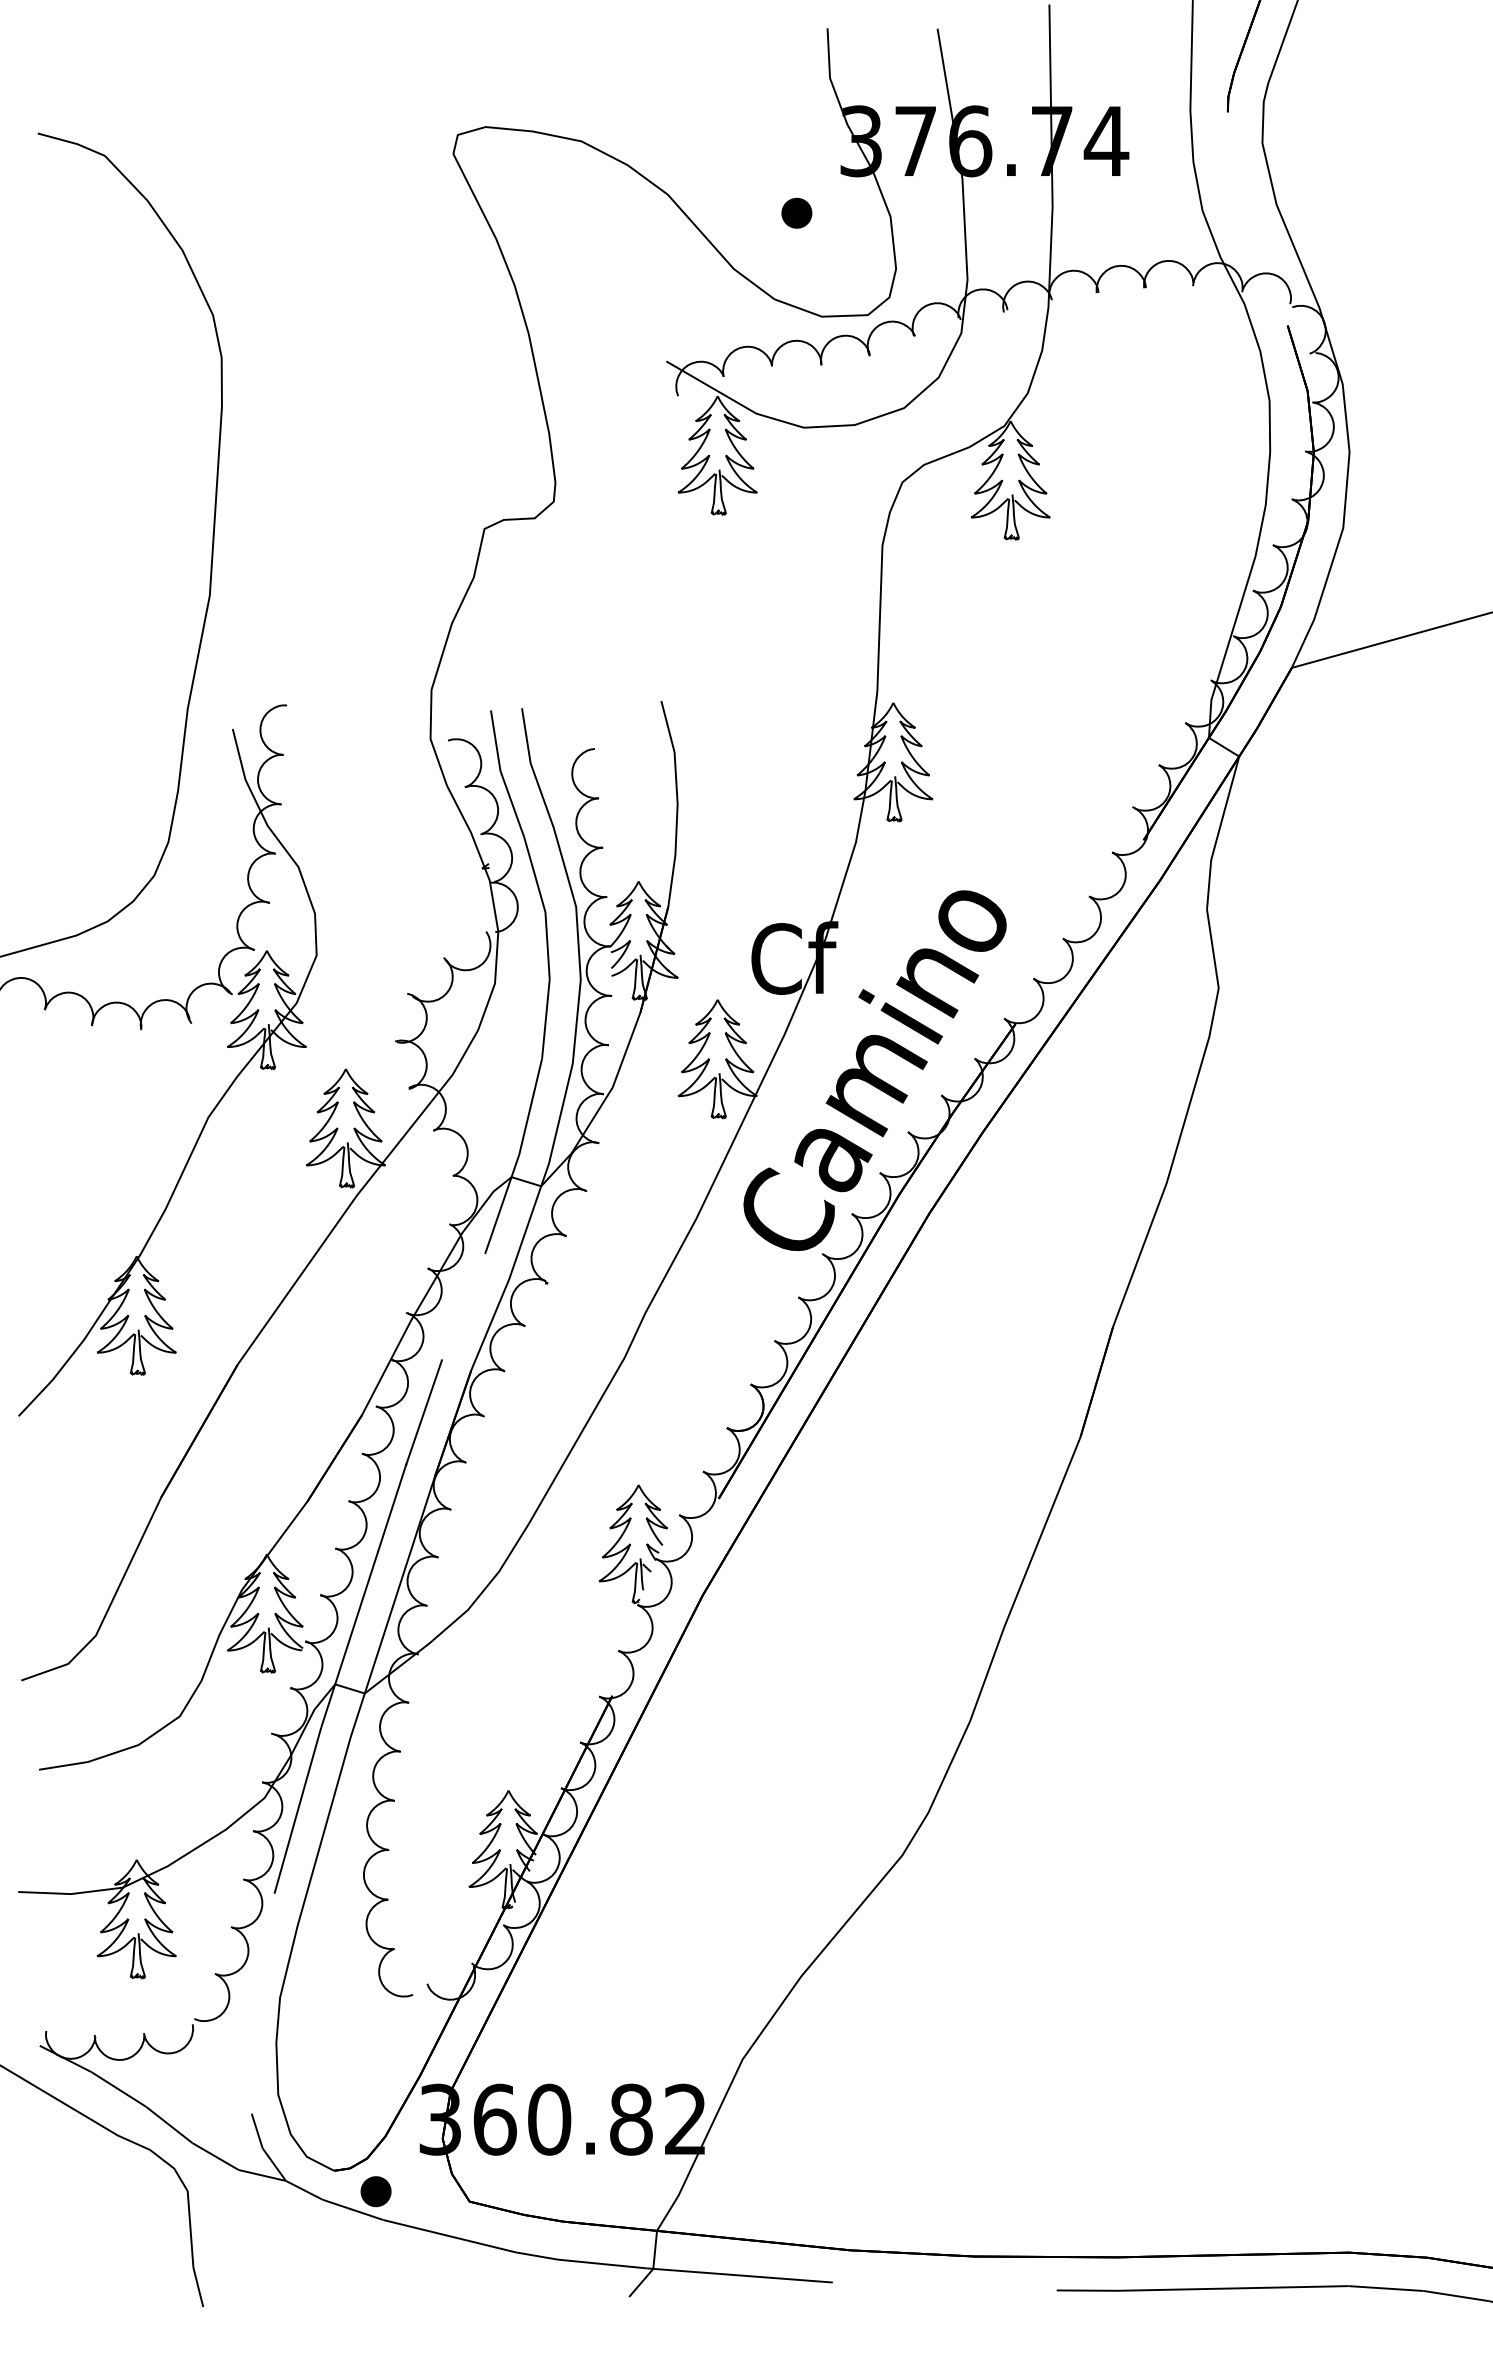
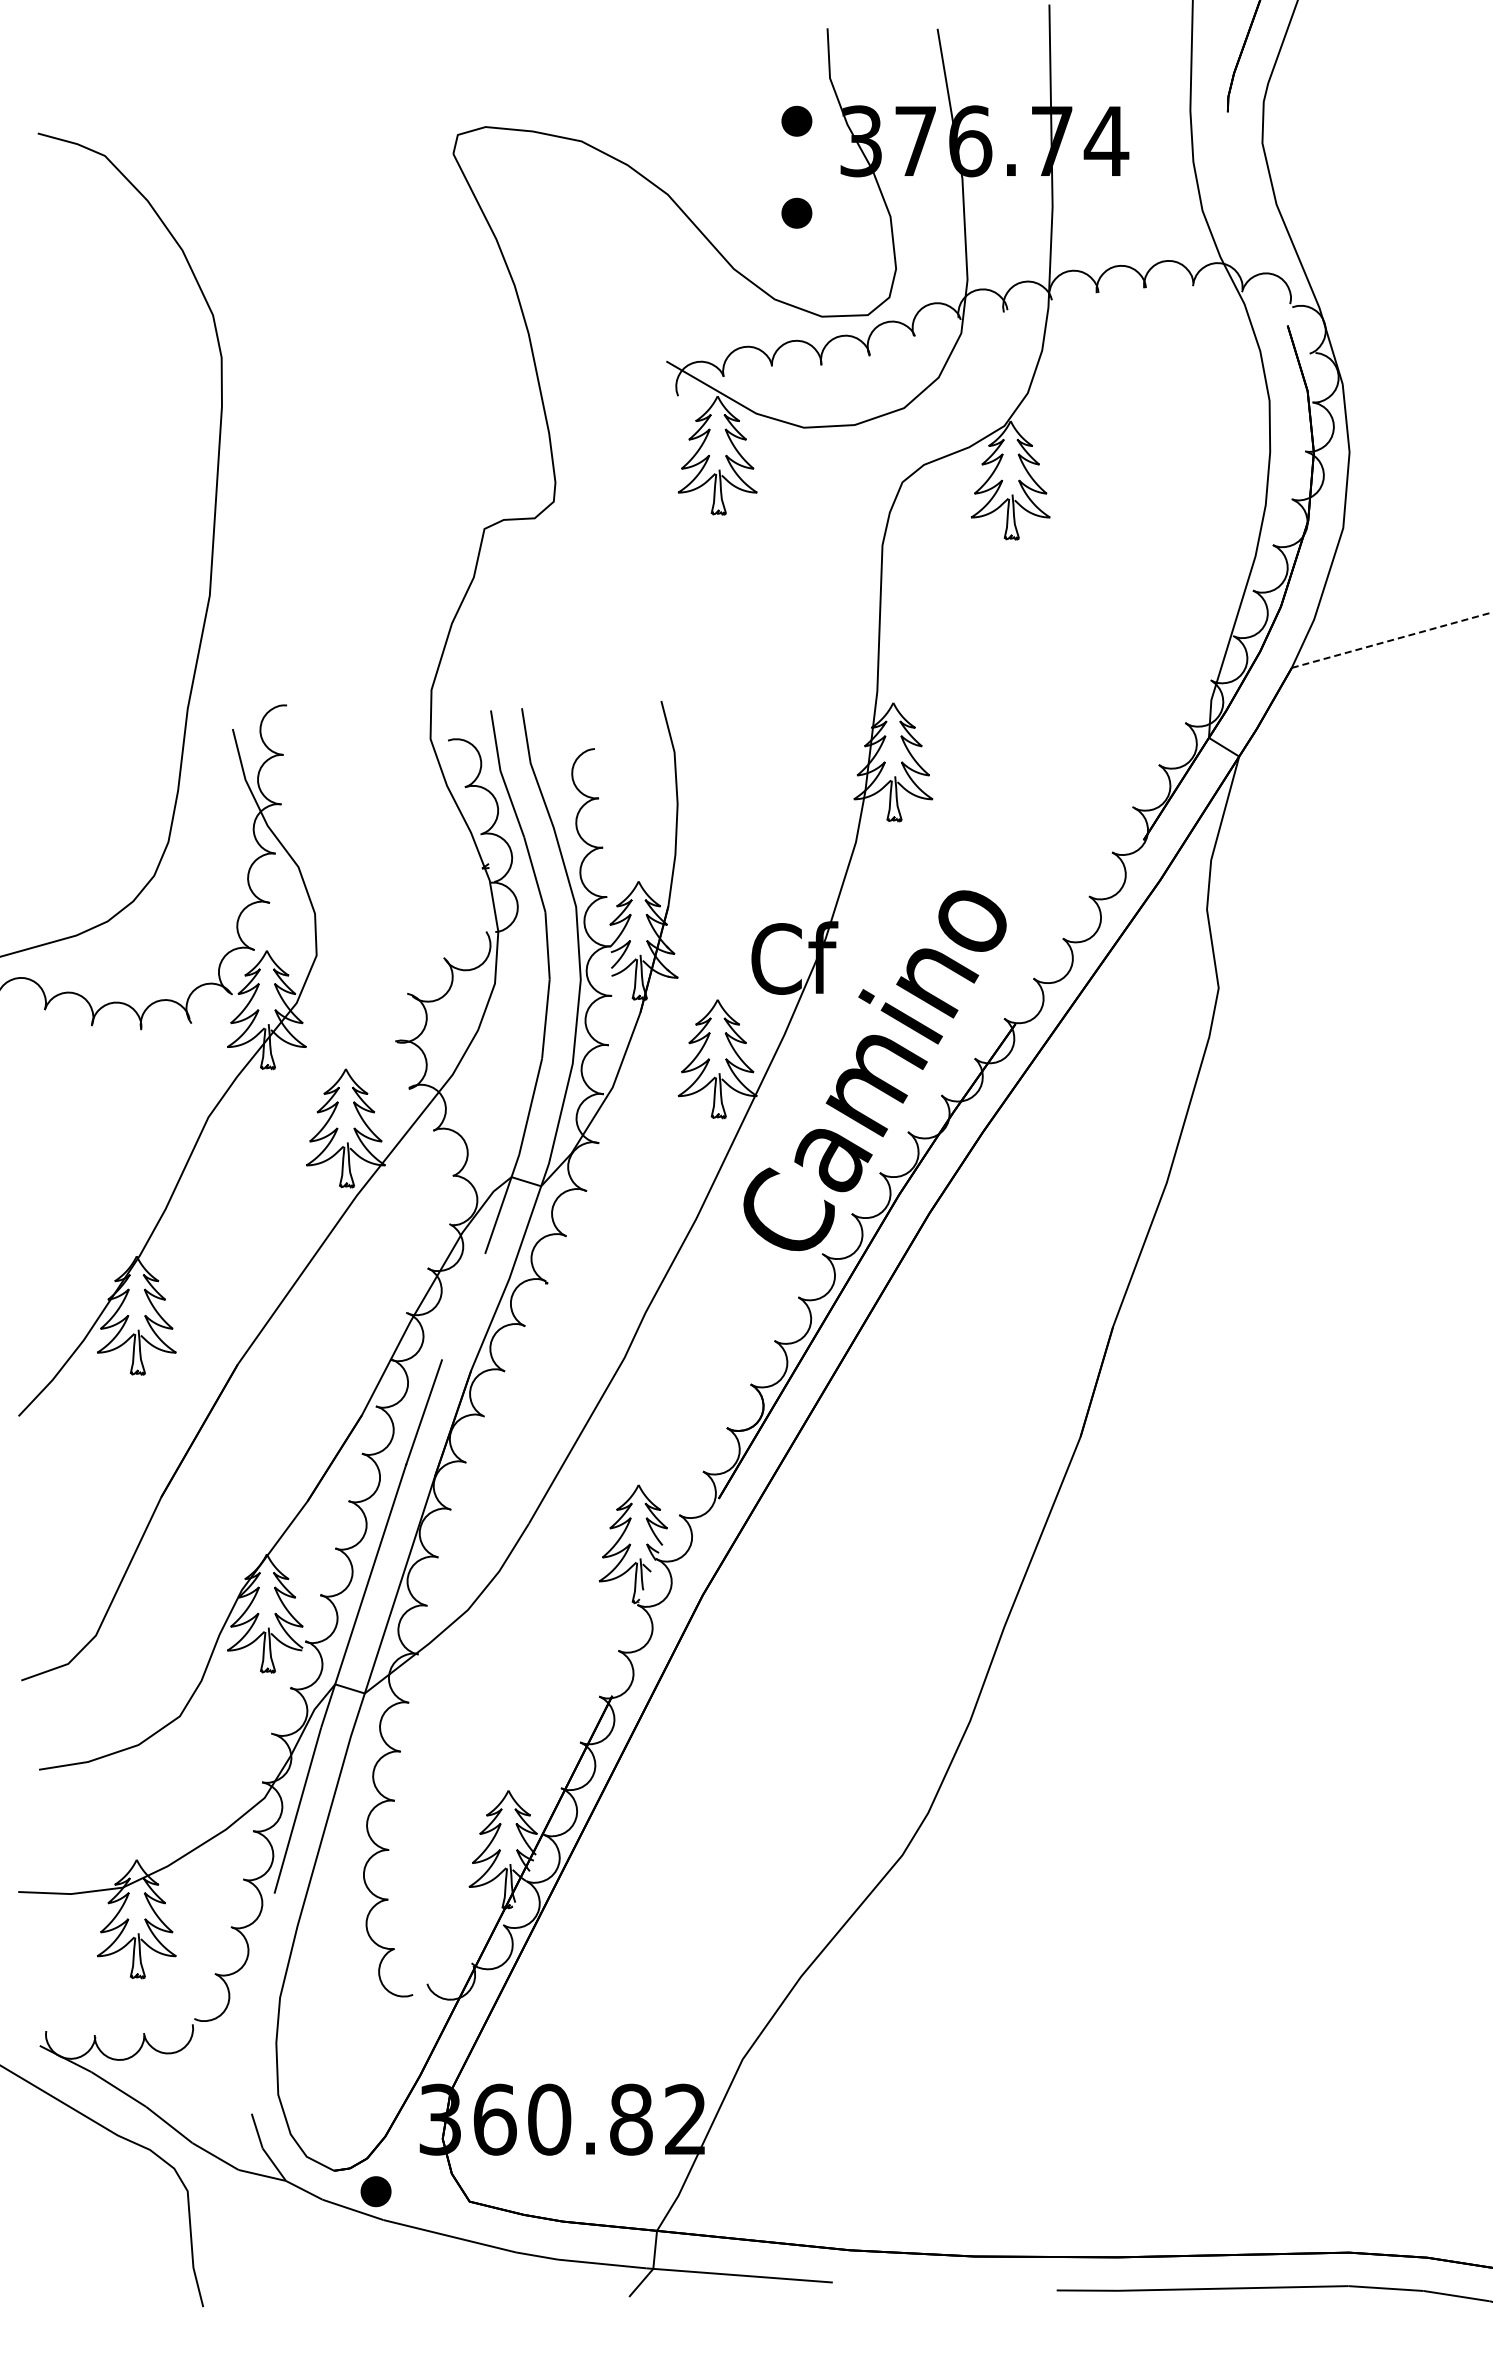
part at (796, 120): none -> present
line at (1392, 640): solid -> dashed
